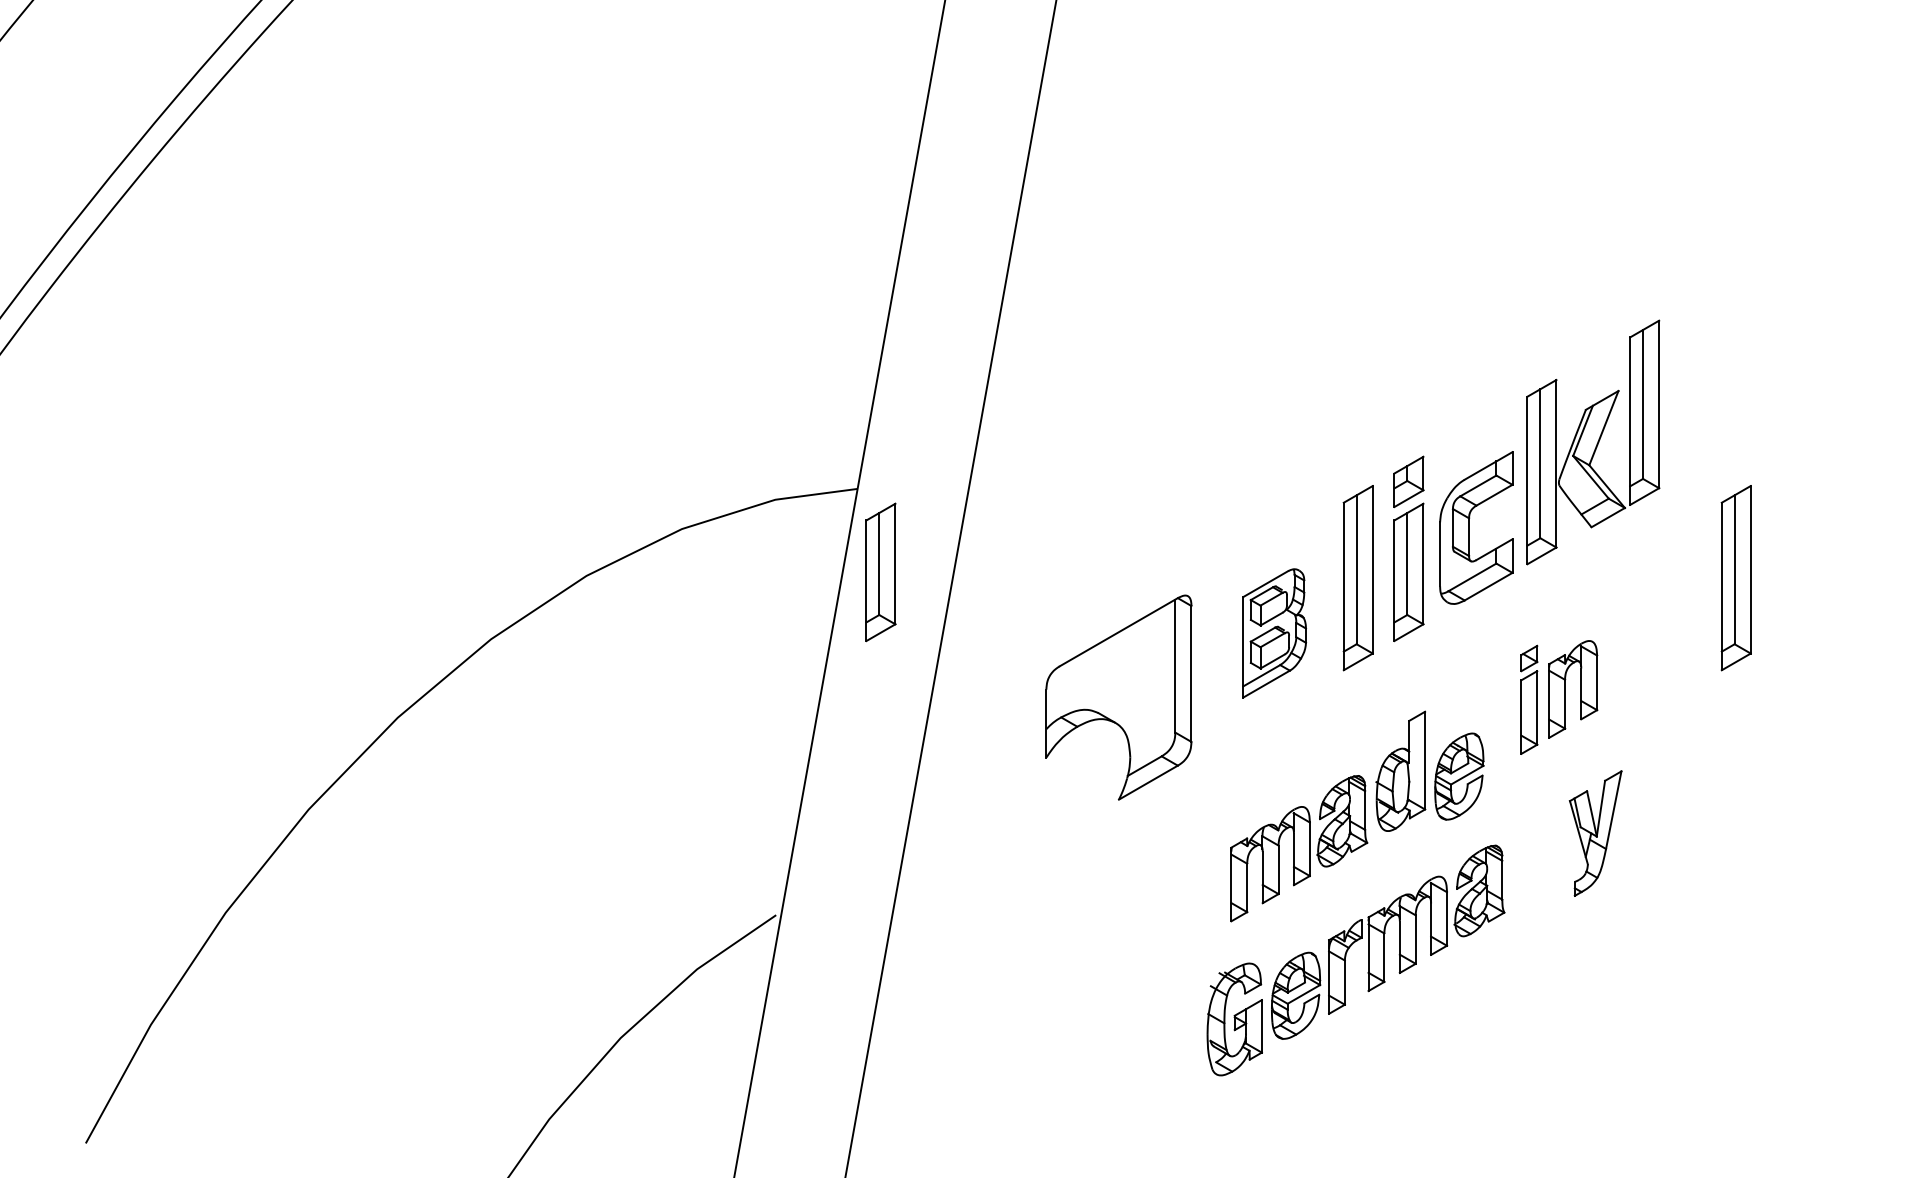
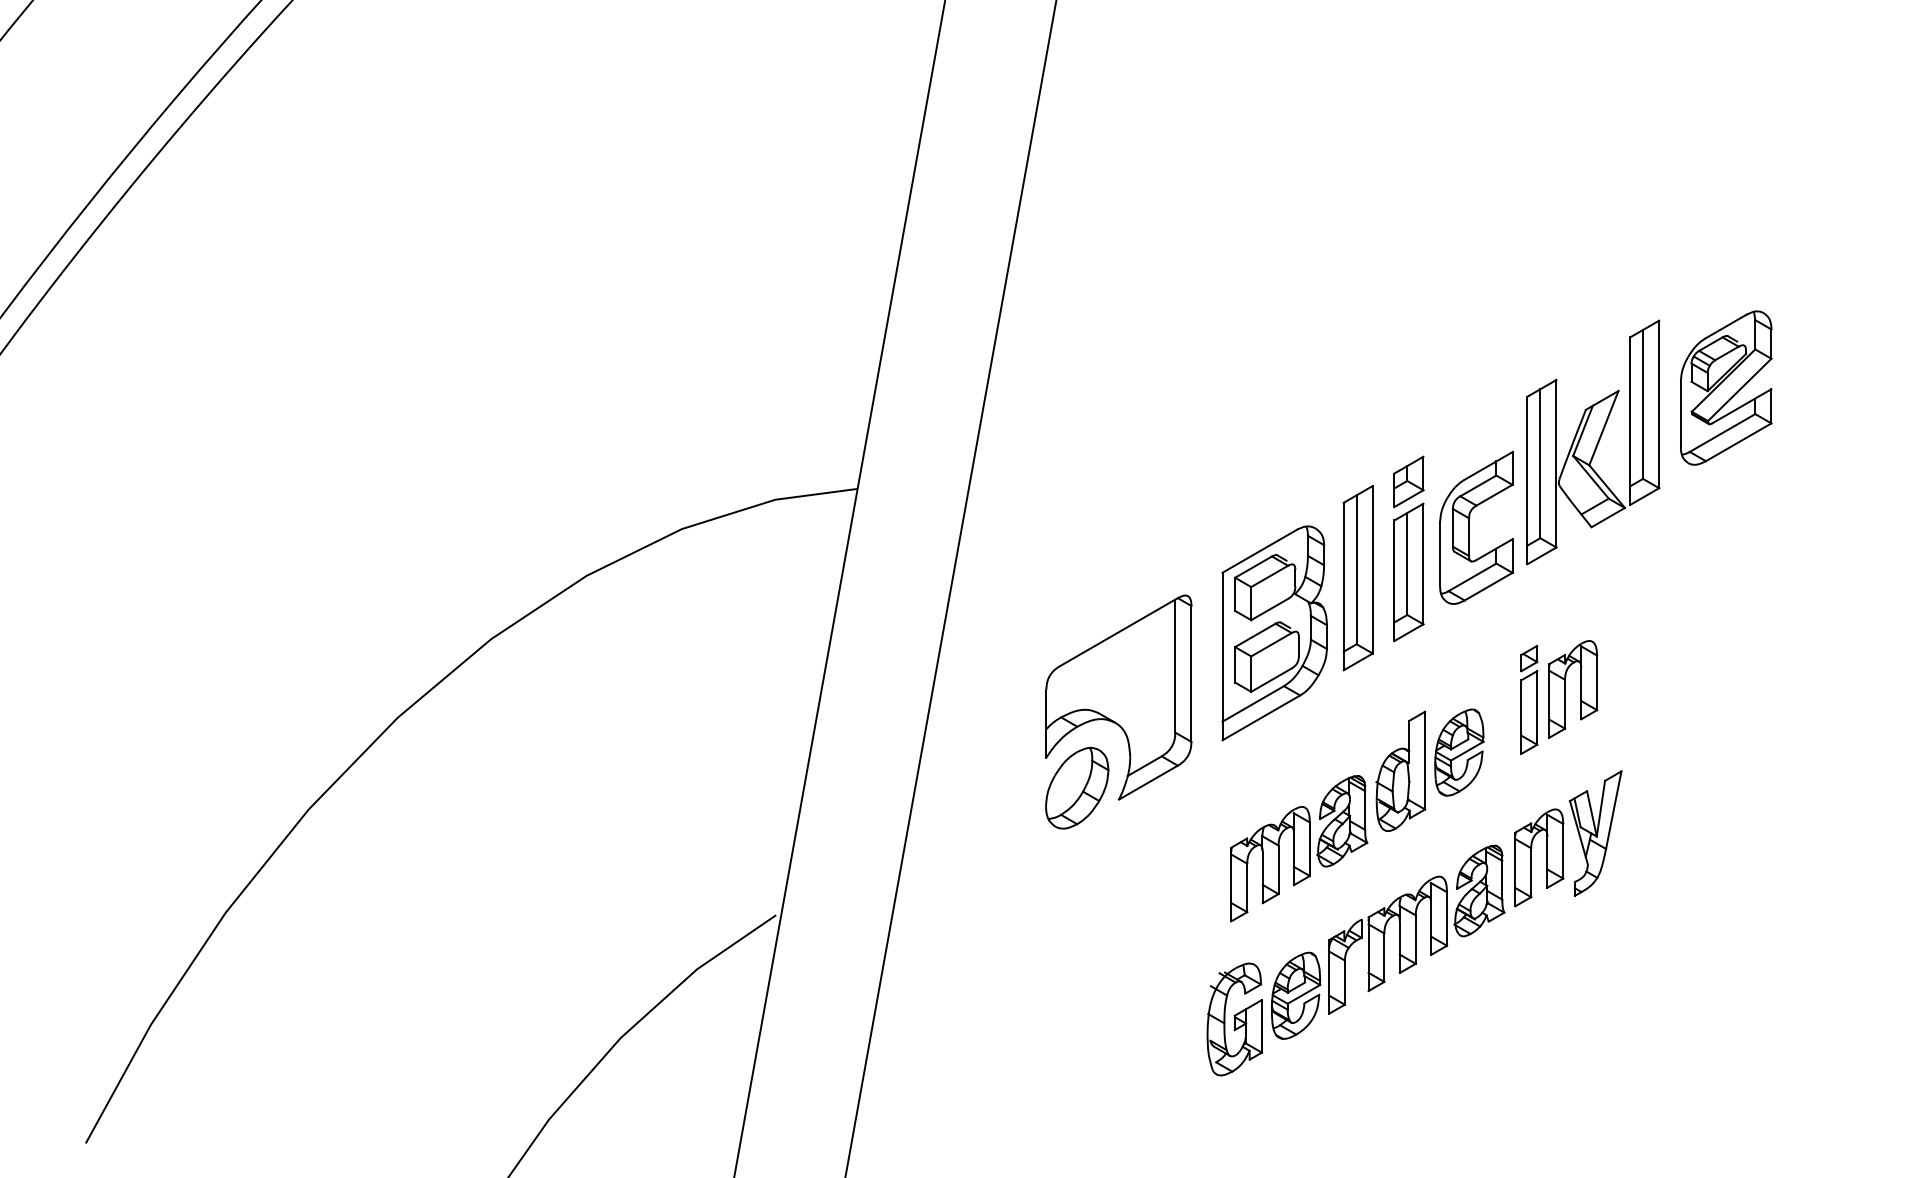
part at (1726, 387): none -> present
part at (880, 572): present -> none
part at (1735, 578): present -> none
part at (1274, 633) size: 65x131 px -> 107x217 px
part at (1459, 776) position: (1459, 776) -> (1459, 752)
part at (1077, 787): none -> present
part at (1546, 857): none -> present
